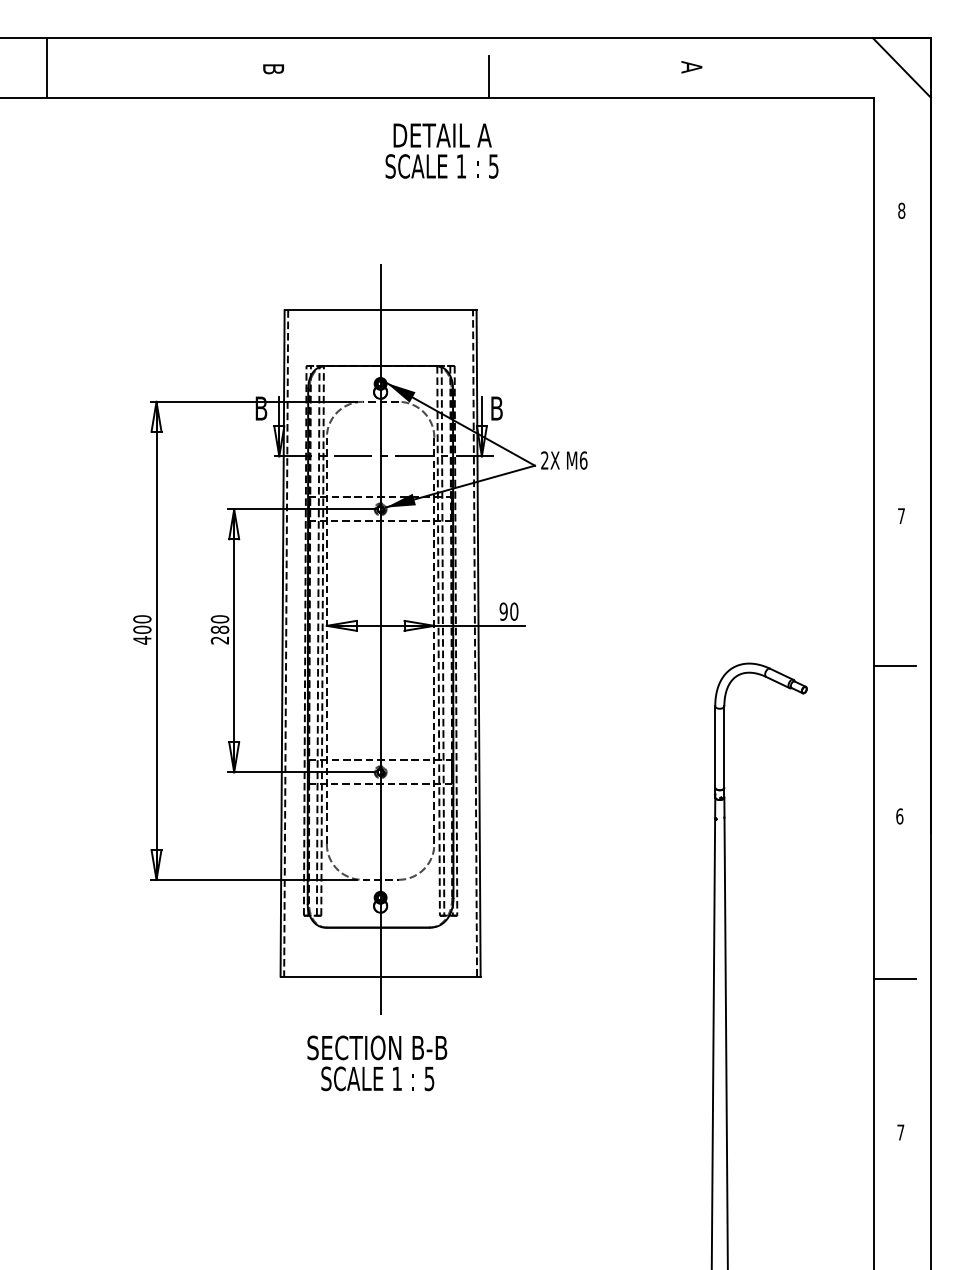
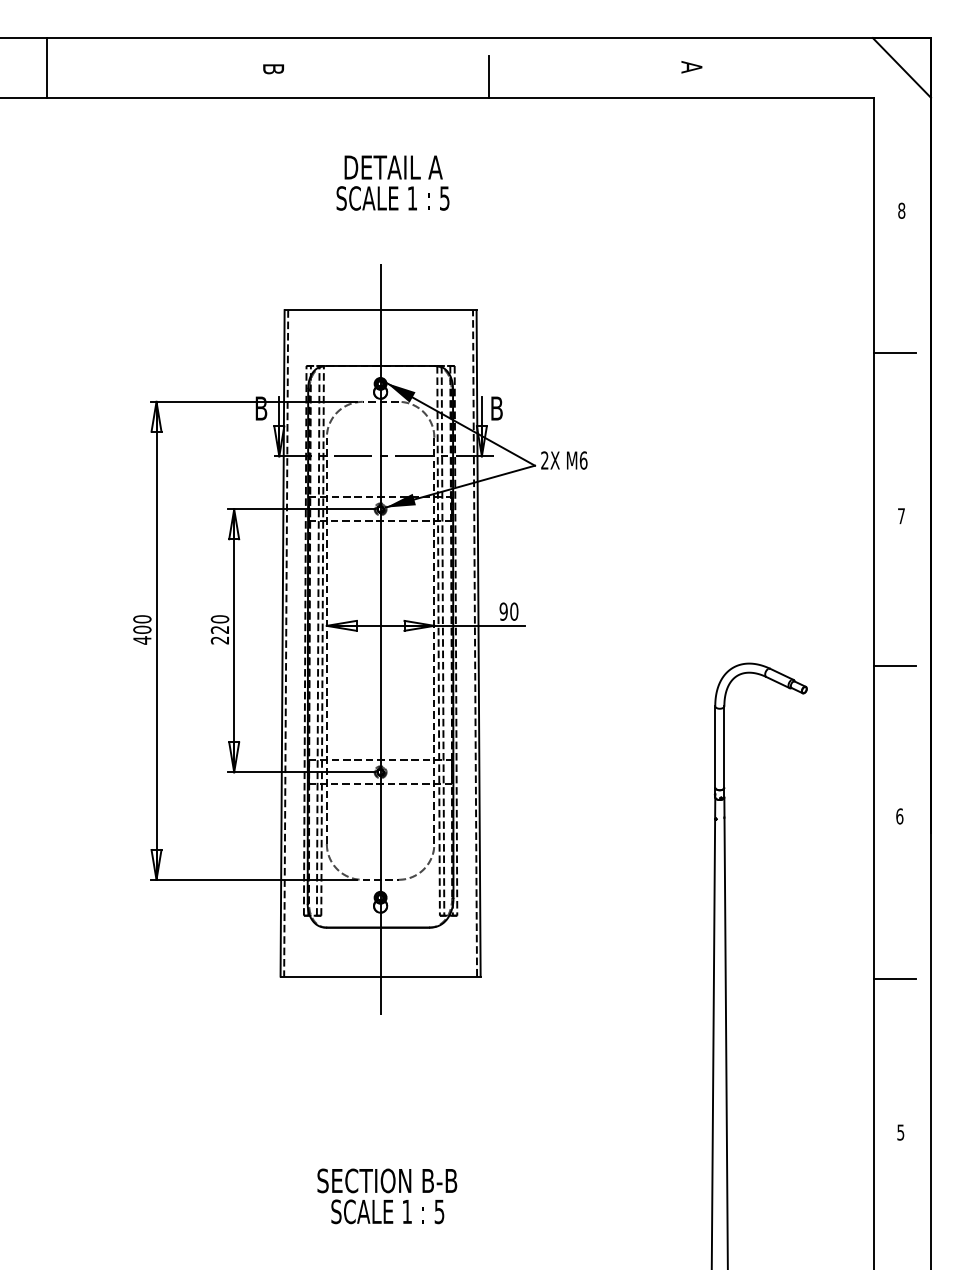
text at (441, 150) position: (441, 150) -> (392, 182)
line at (895, 352): none -> present
text at (220, 629): 280 -> 220
text at (377, 1063) position: (377, 1063) -> (387, 1196)
text at (900, 1132): 7 -> 5
